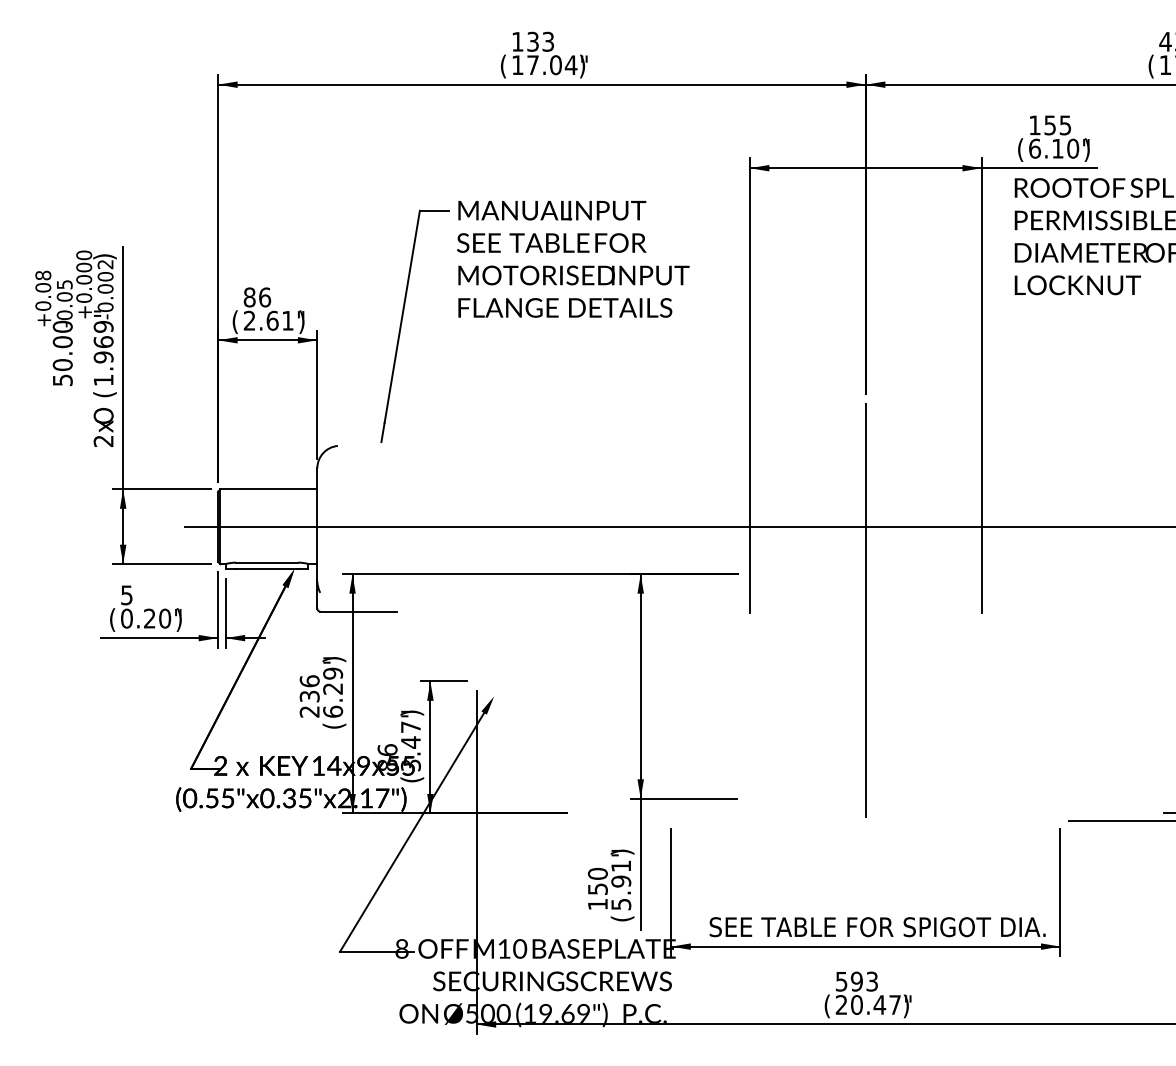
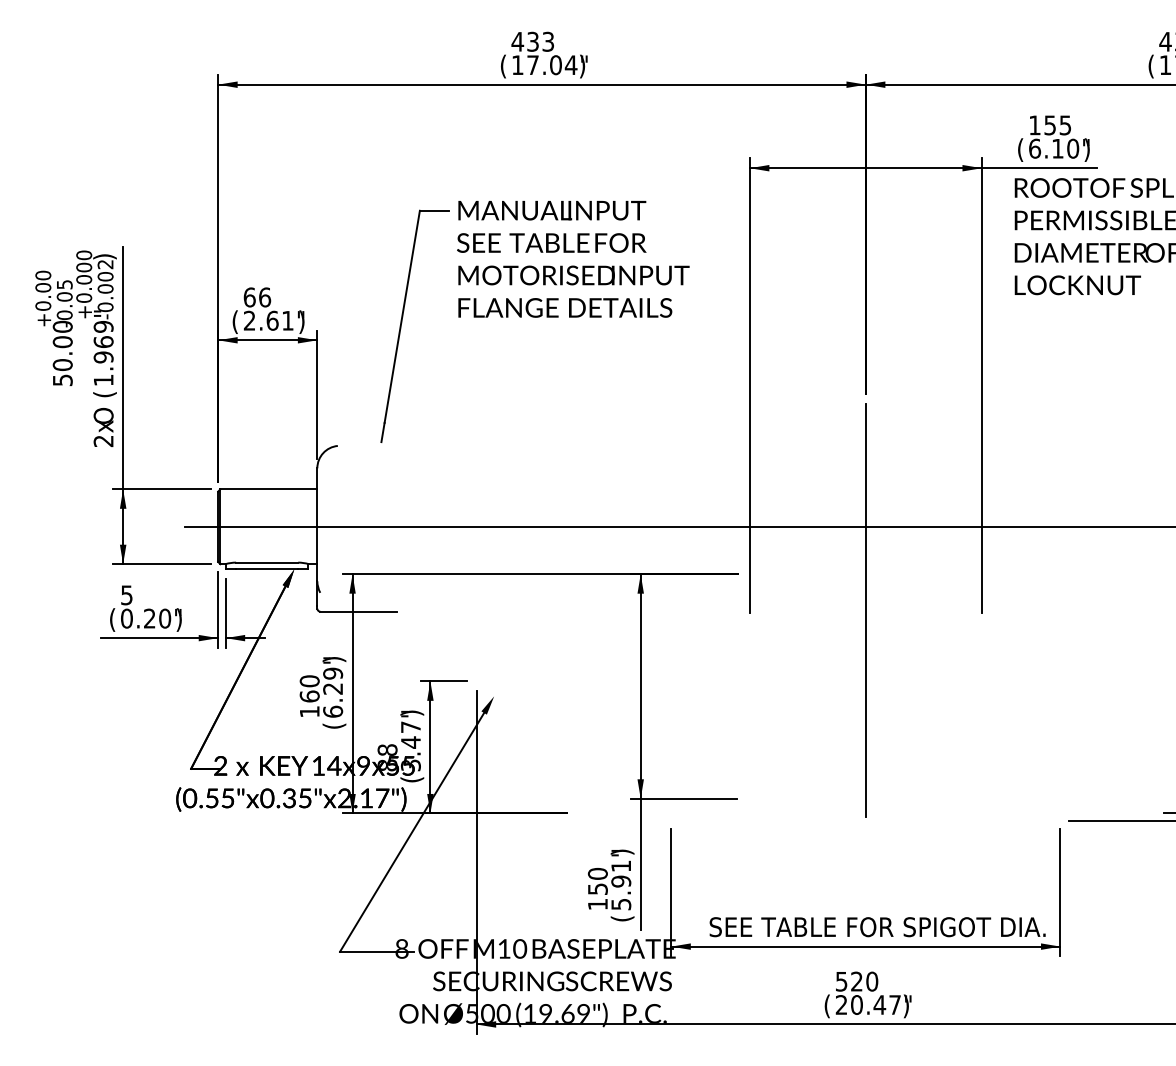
text at (517, 41): 133 -> 433
text at (42, 275): +0.08 -> +0.00
text at (249, 297): 86 -> 66
text at (309, 696): 236 -> 160
text at (387, 750): 86 -> 88
text at (864, 981): 593 -> 520
